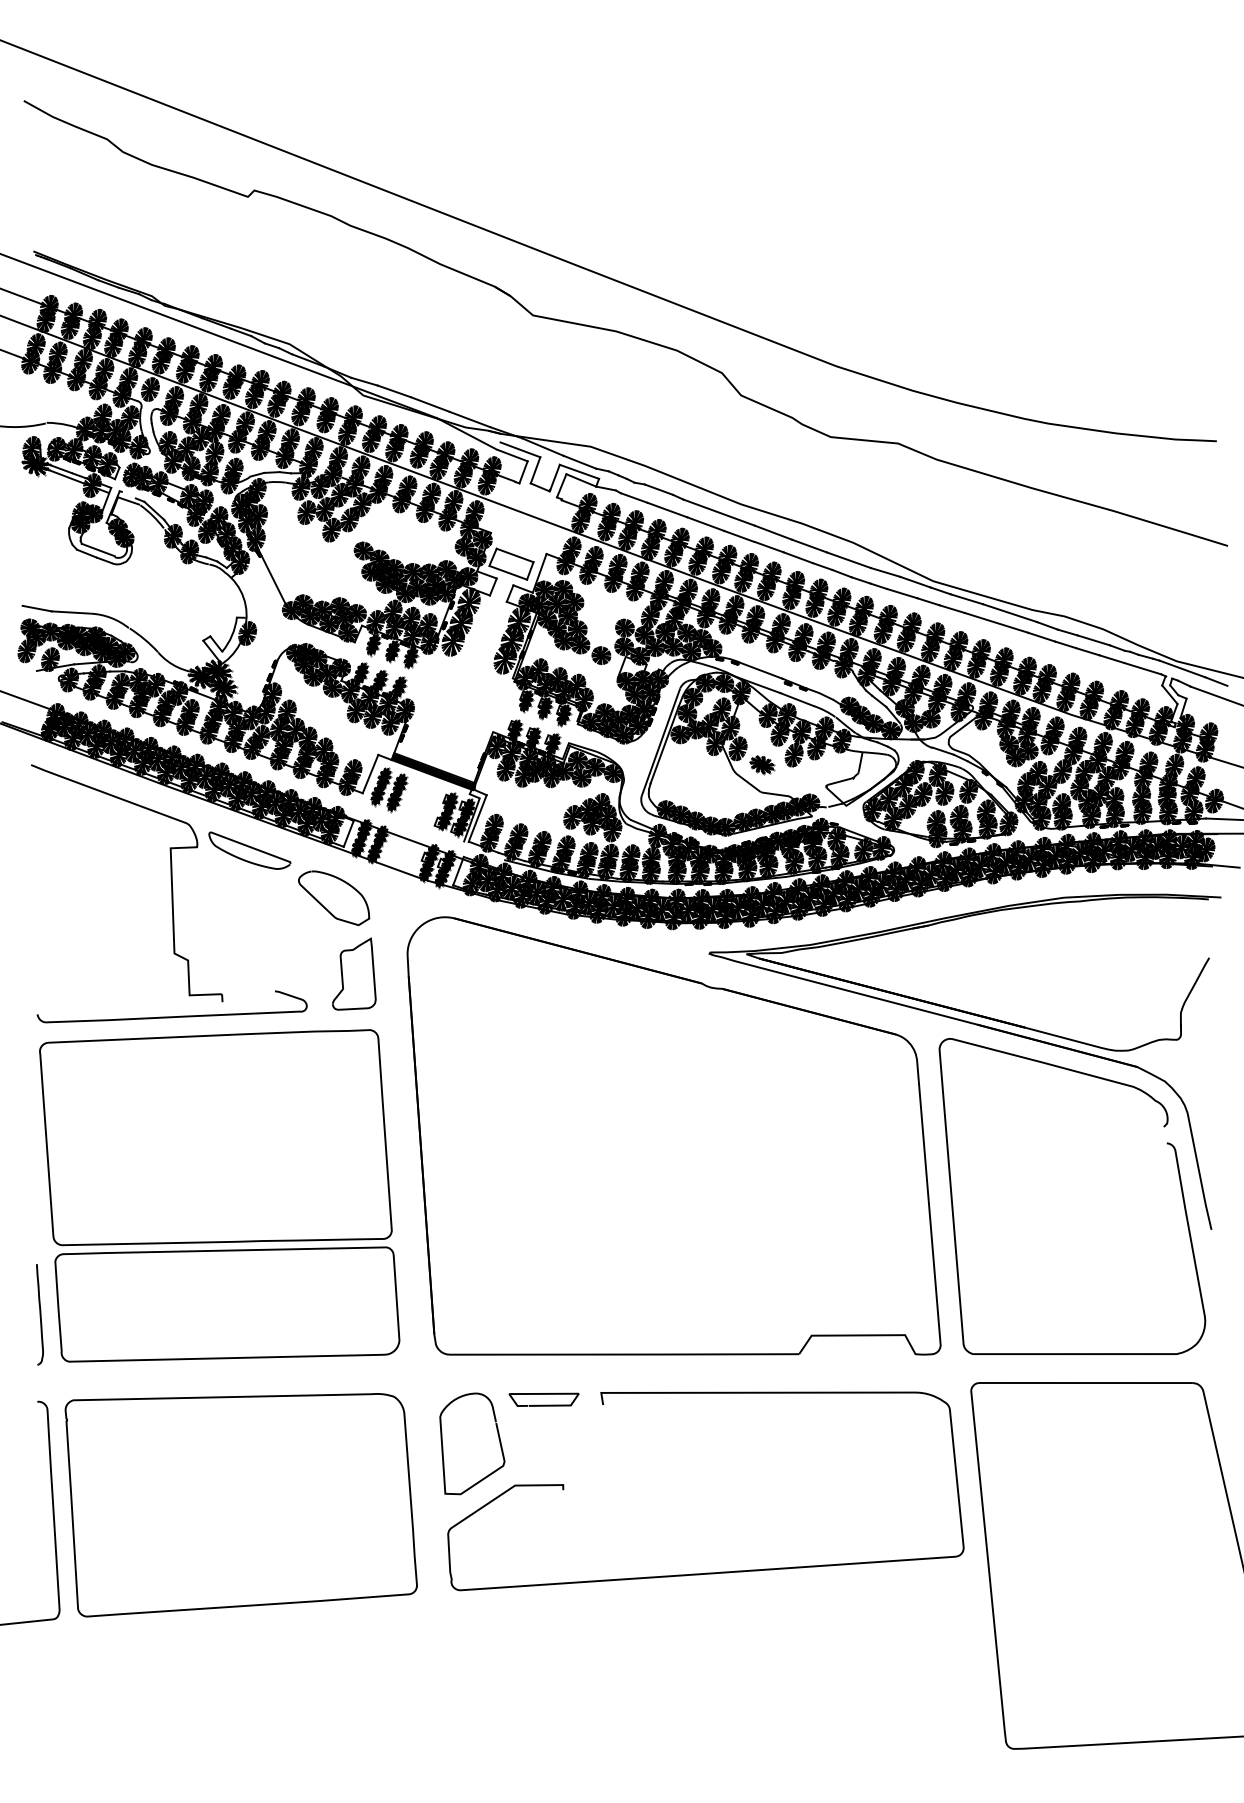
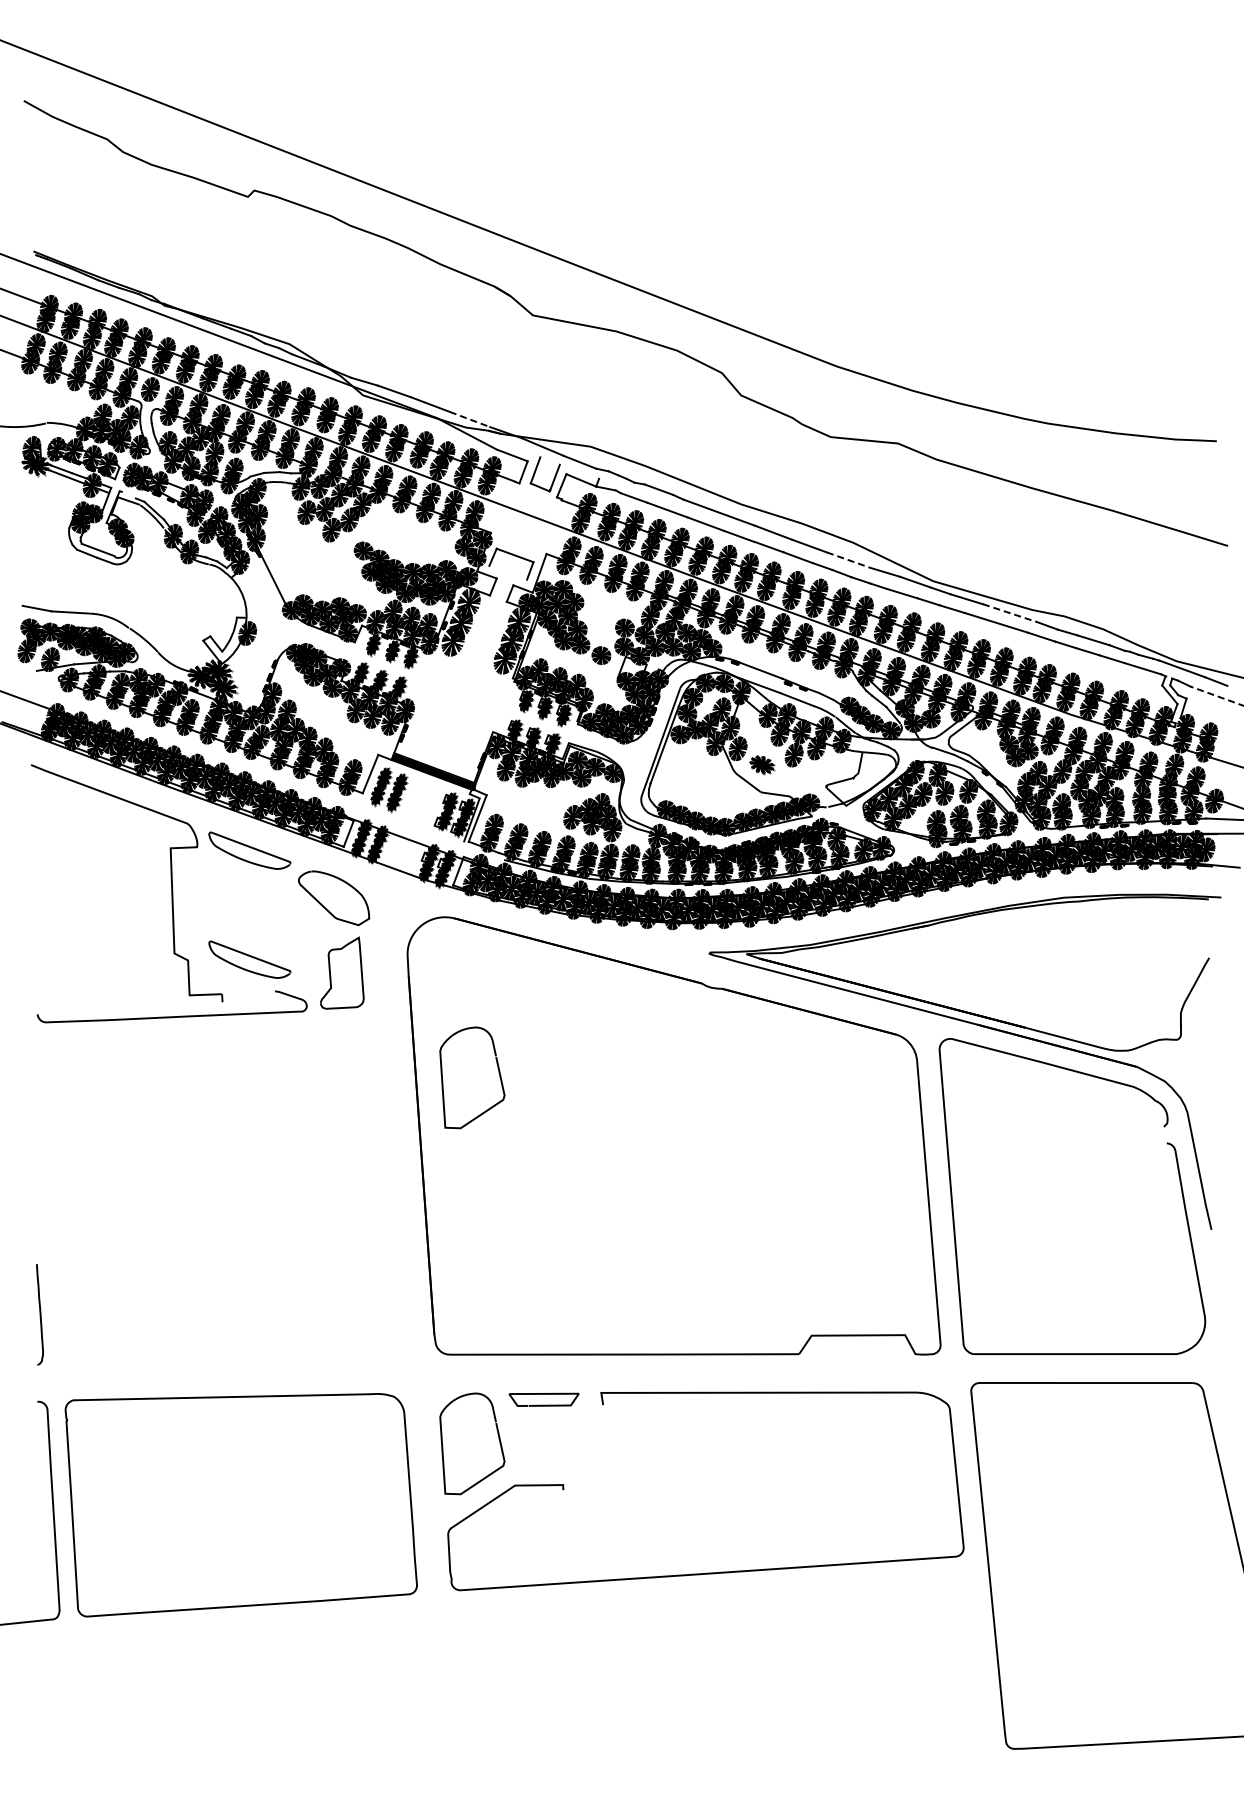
line at (469, 419): solid -> dashed
line at (520, 449): present -> none
line at (579, 471): present -> none
line at (849, 560): solid -> dashed
line at (508, 572): present -> none
line at (1010, 613): solid -> dashed
line at (1216, 696): solid -> dashed
curve at (250, 957): none -> present
curve at (343, 976) position: (343, 976) -> (331, 975)
curve at (498, 1073): none -> present
part at (219, 1195): present -> none
